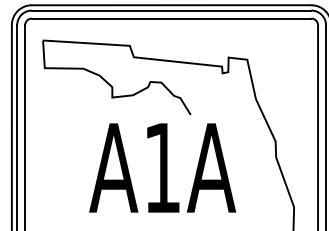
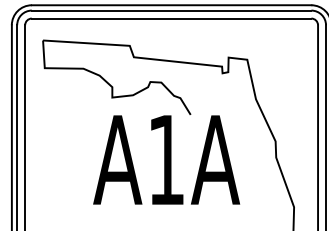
text at (162, 167) position: (162, 167) -> (166, 159)
